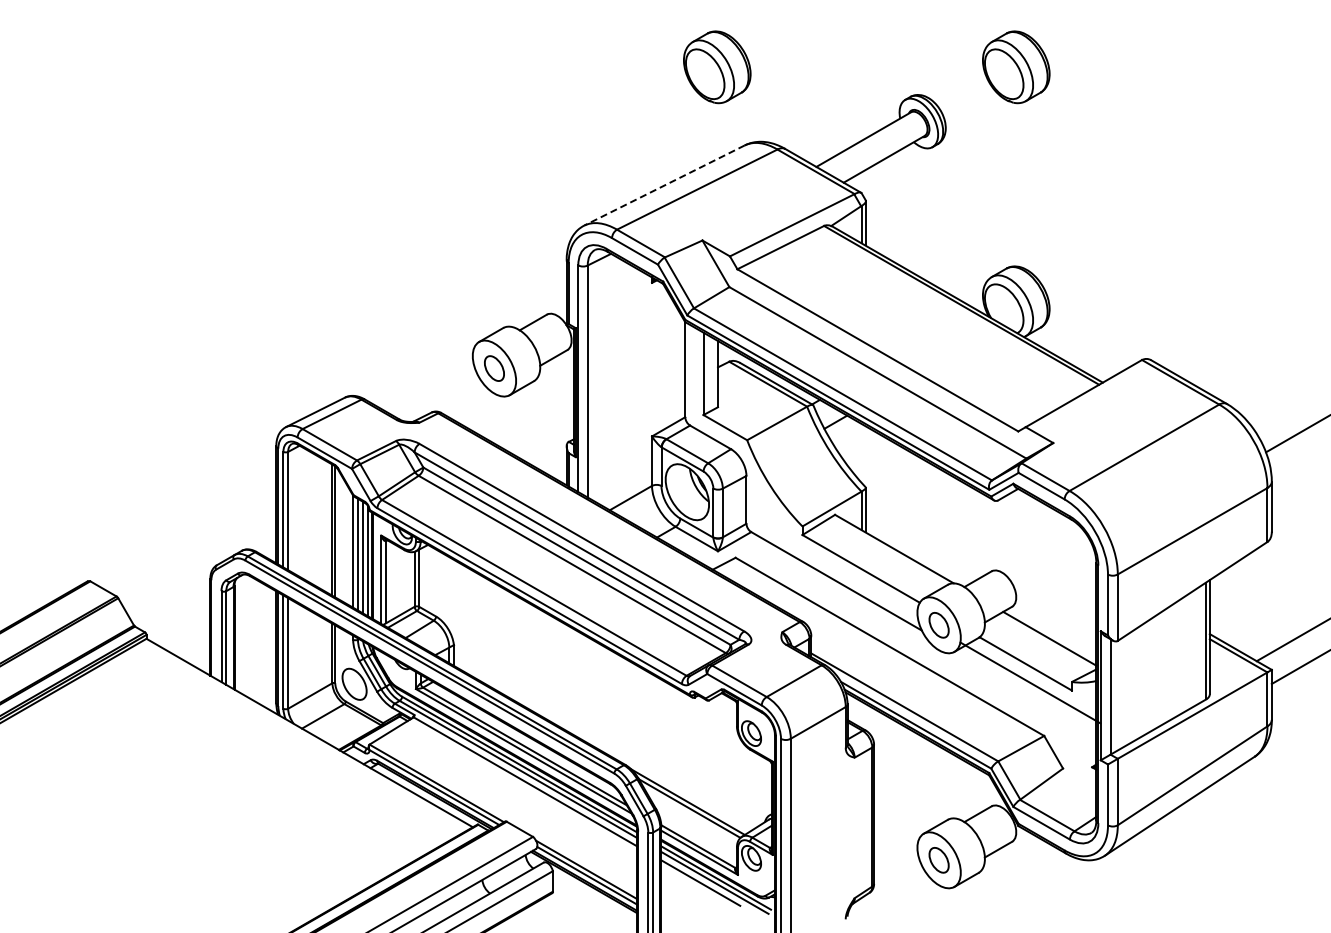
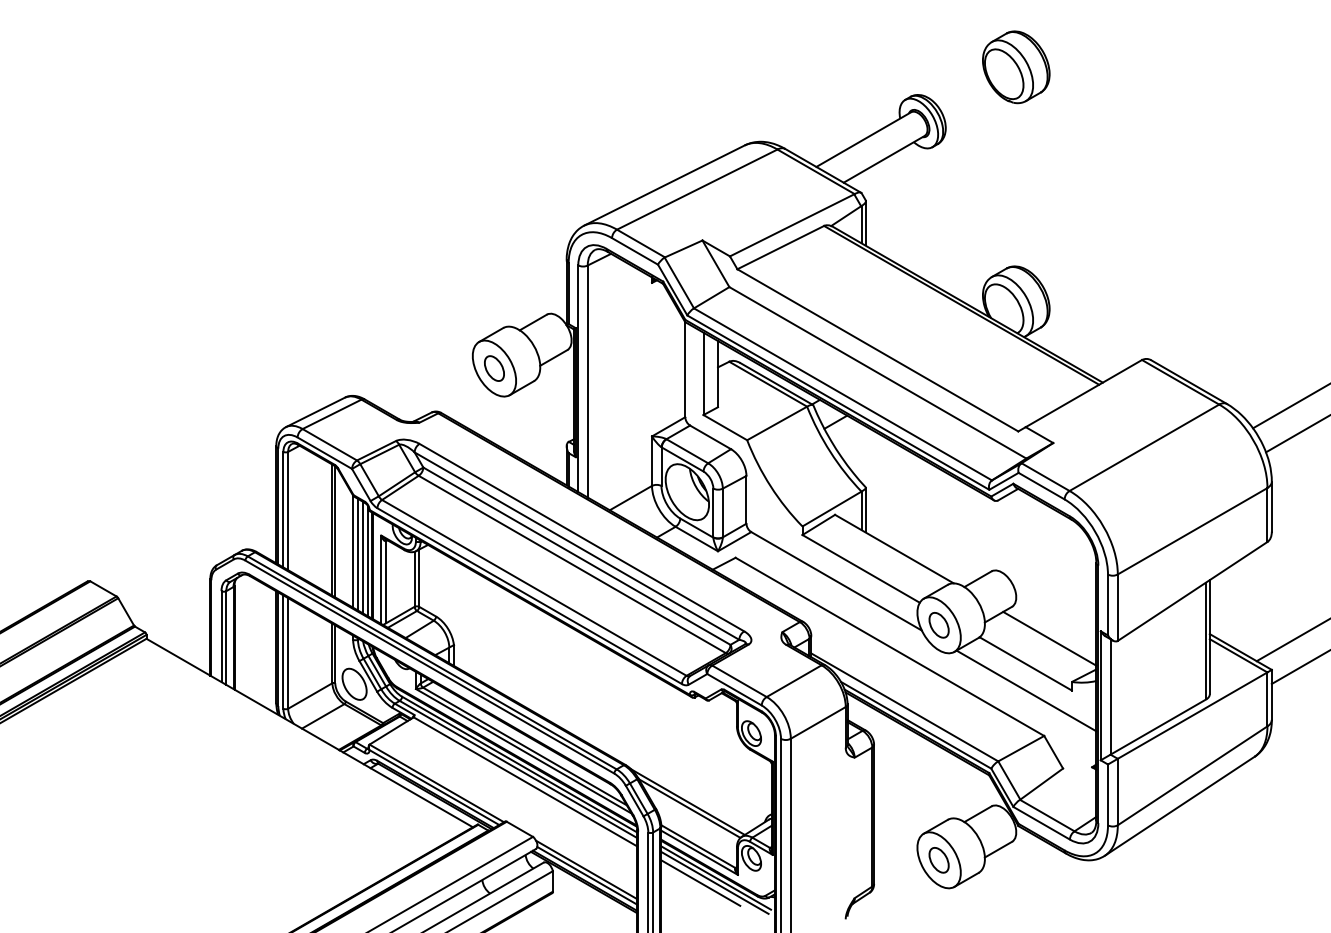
part at (717, 67): present -> none
line at (664, 185): dashed -> solid
line at (1290, 406): none -> present
line at (1030, 682) position: (1030, 682) -> (1026, 690)
